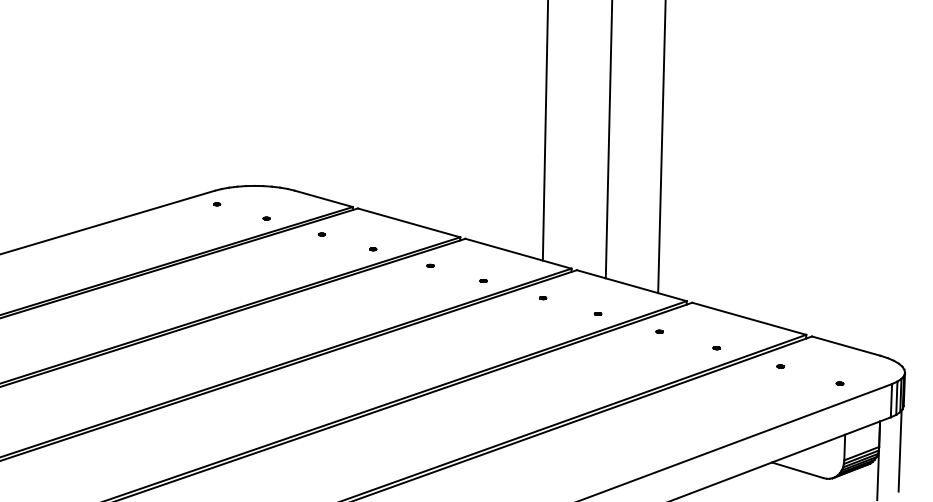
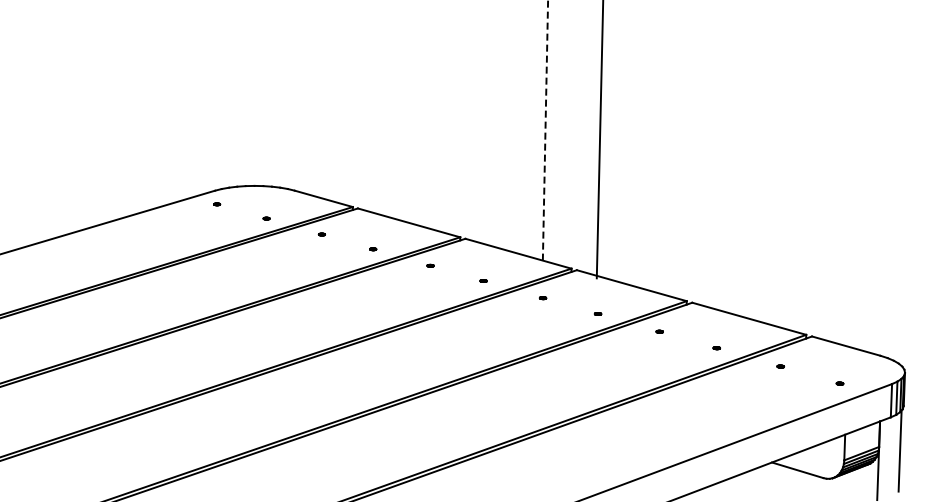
line at (545, 130): solid -> dashed
line at (608, 140) position: (608, 140) -> (599, 140)
line at (661, 147): present -> none
